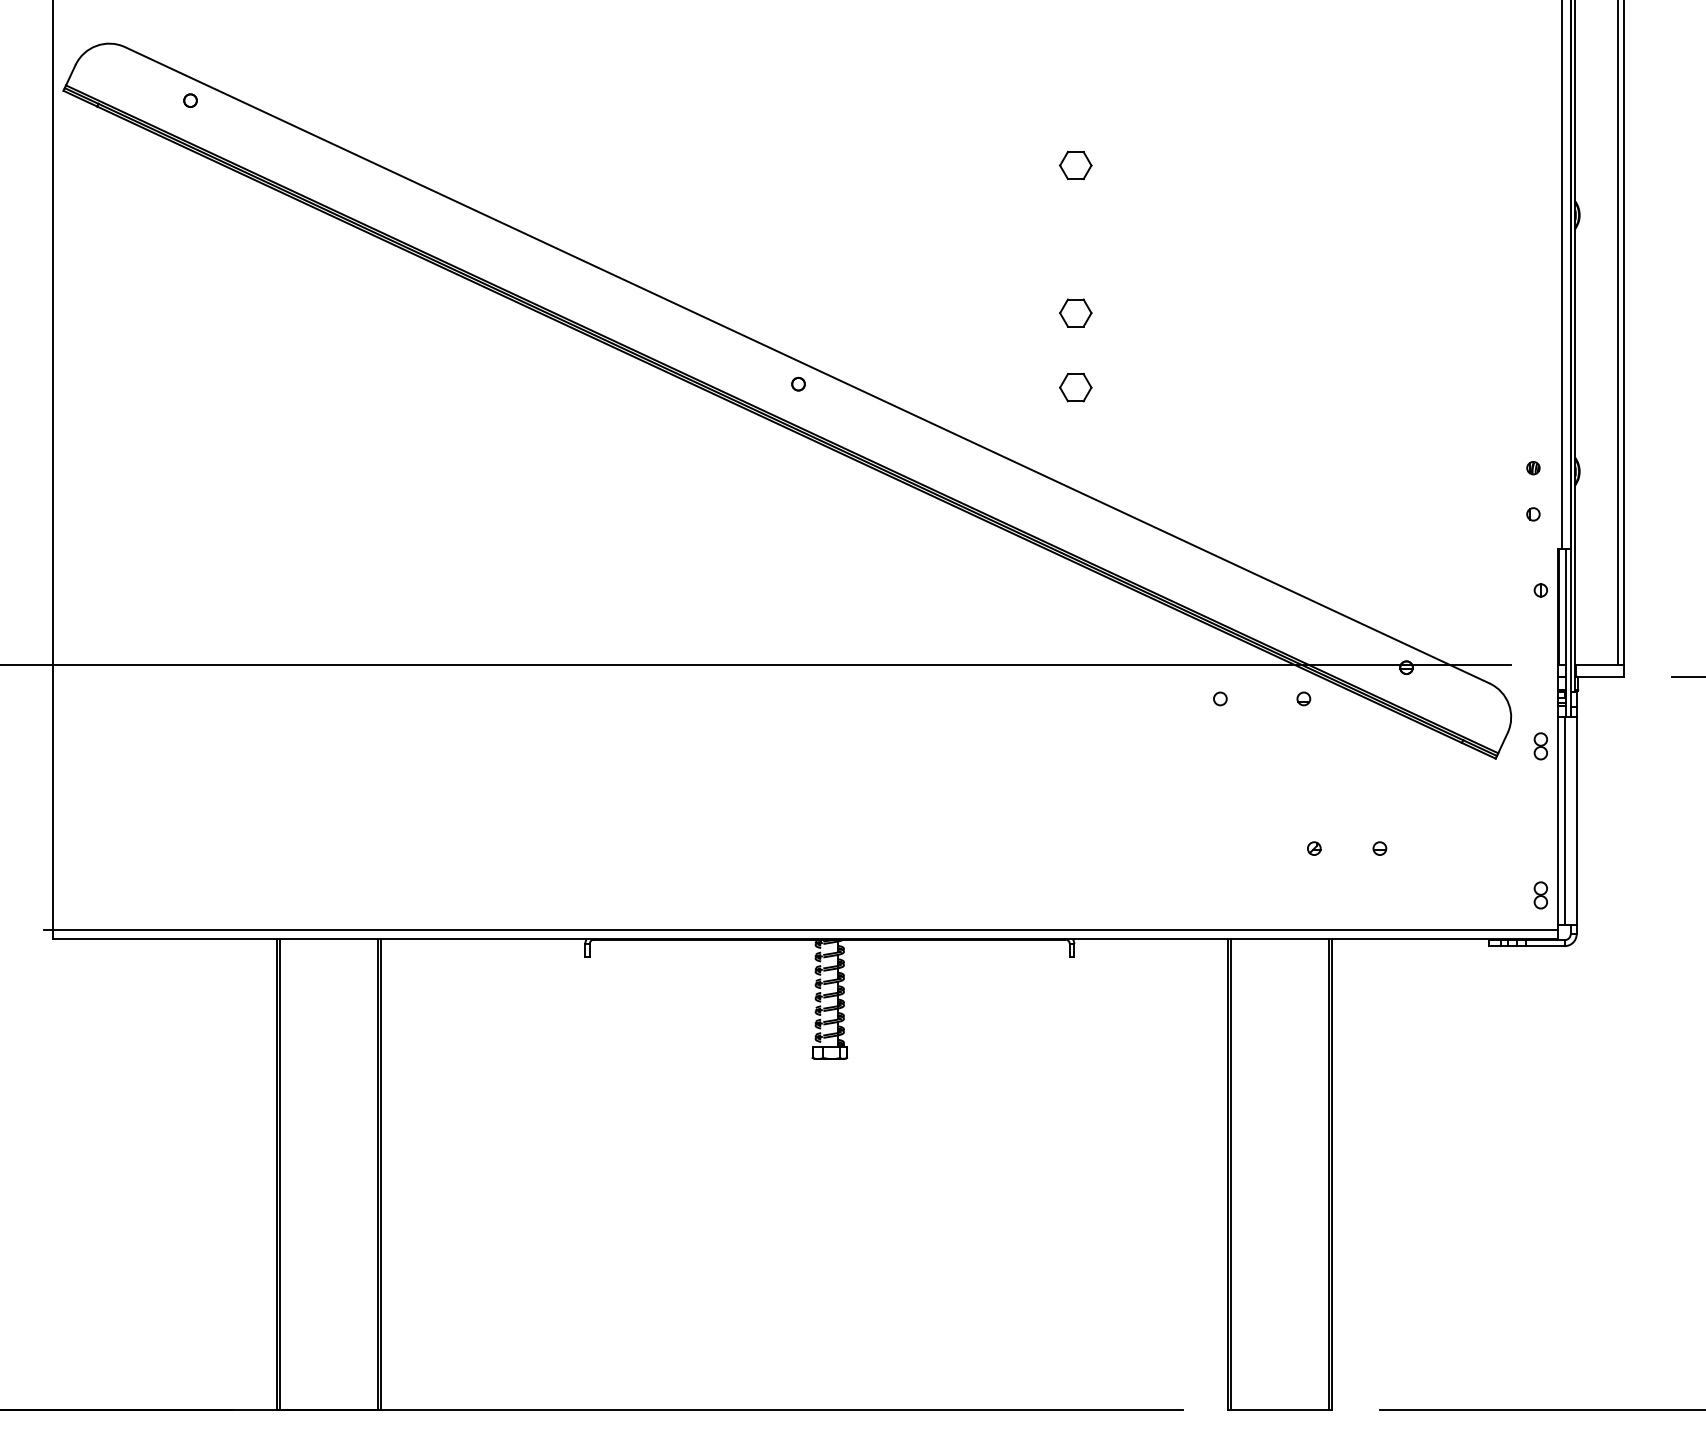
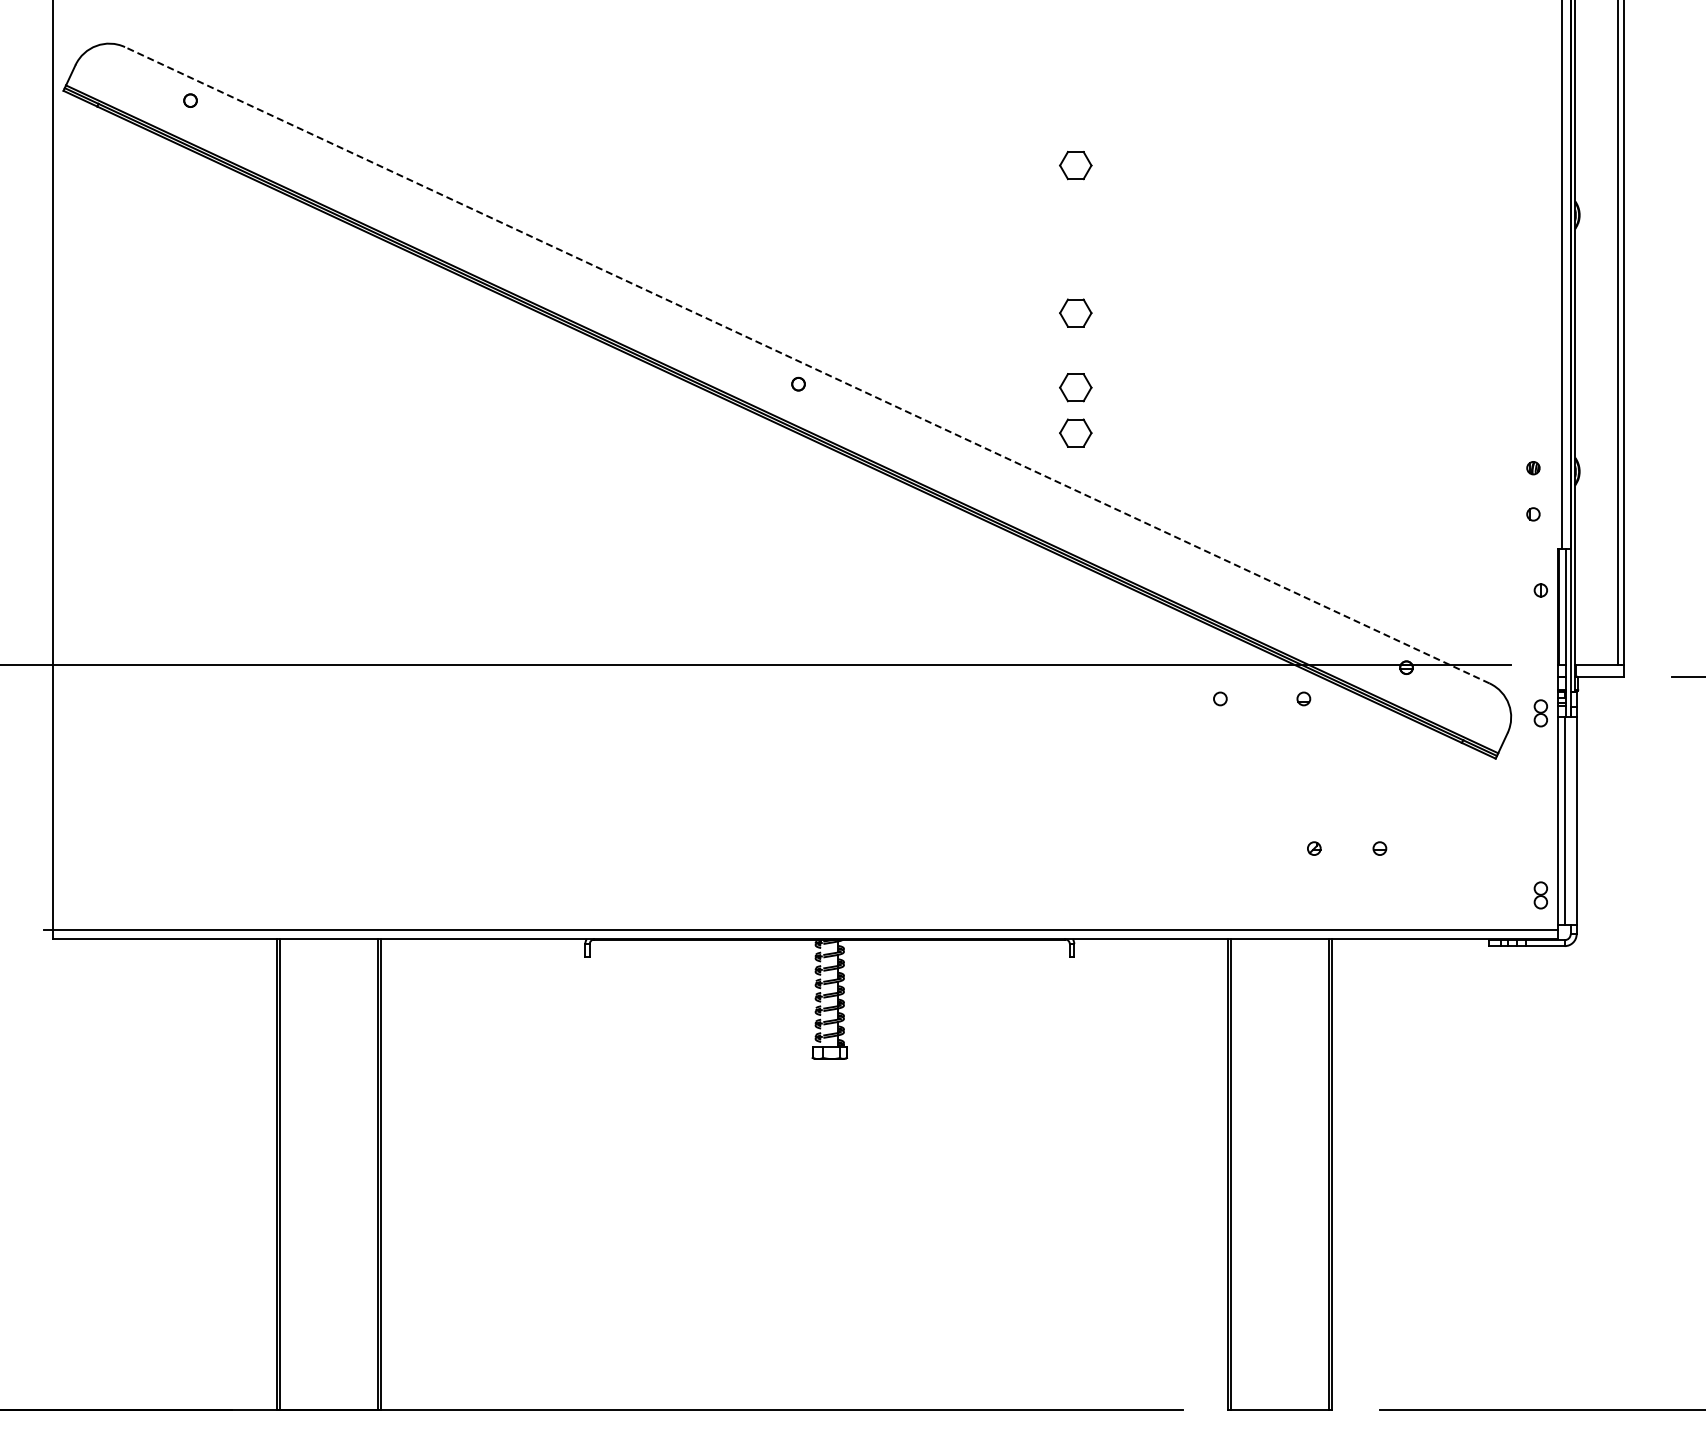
line at (807, 365): solid -> dashed
part at (1075, 432): none -> present
part at (1540, 746) position: (1540, 746) -> (1540, 713)
